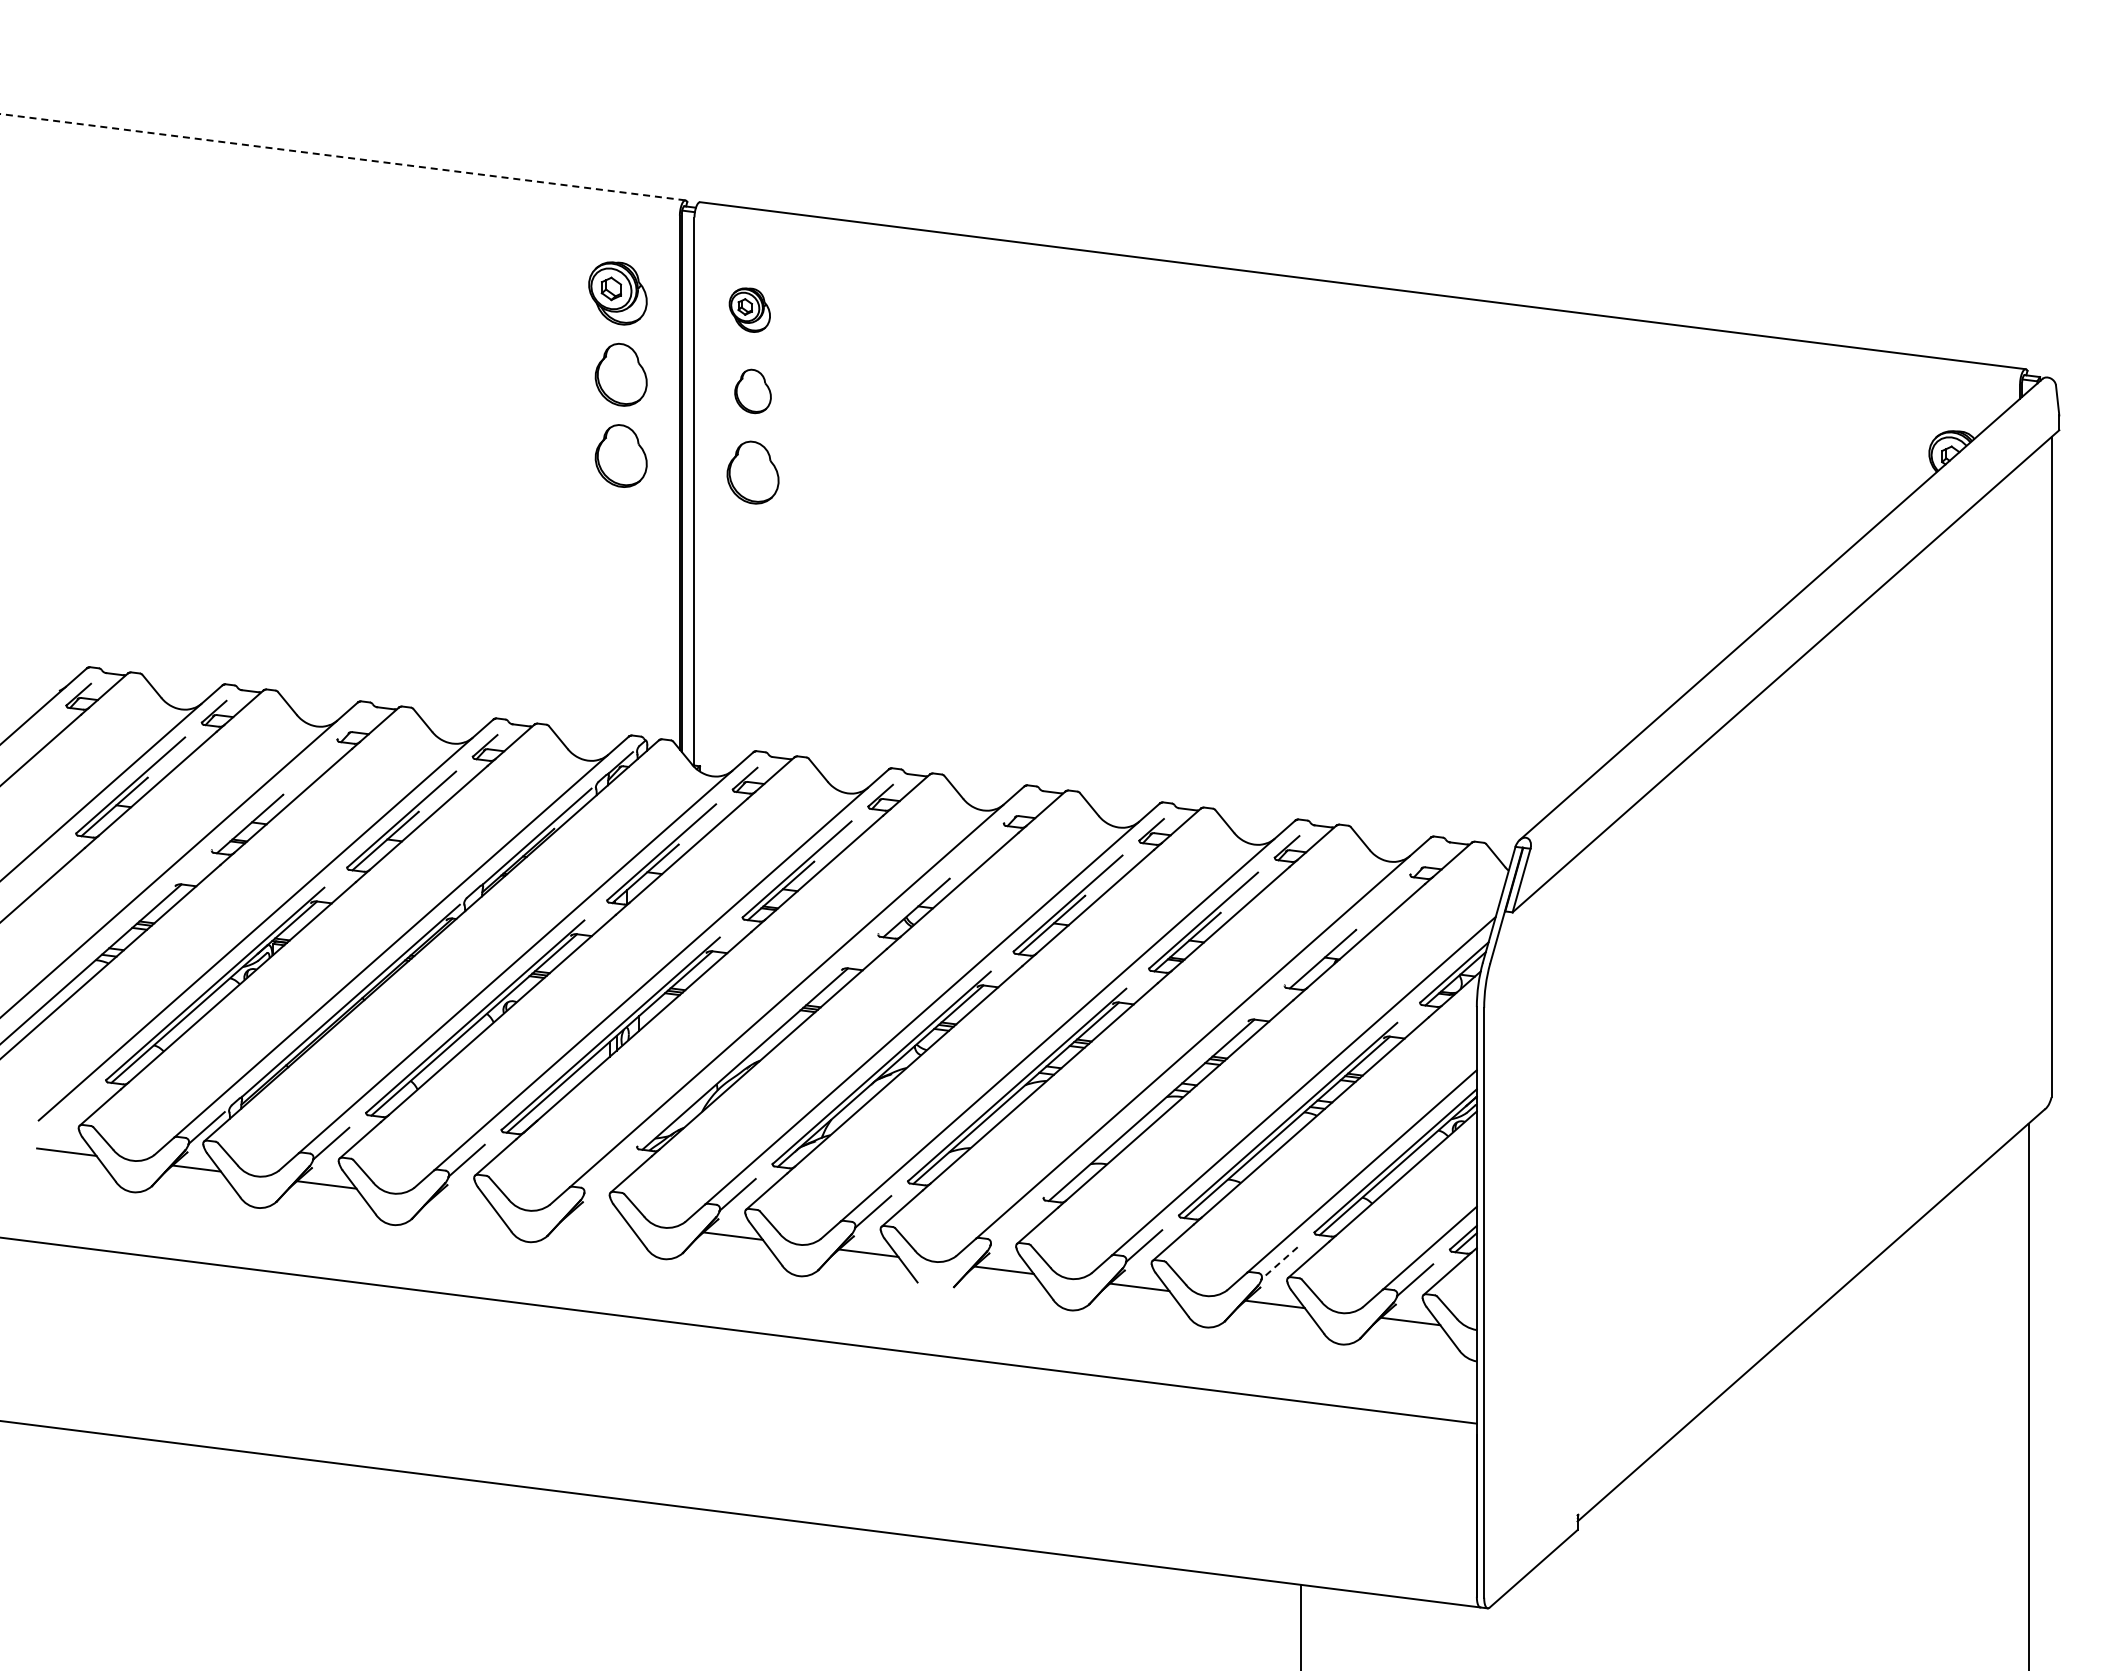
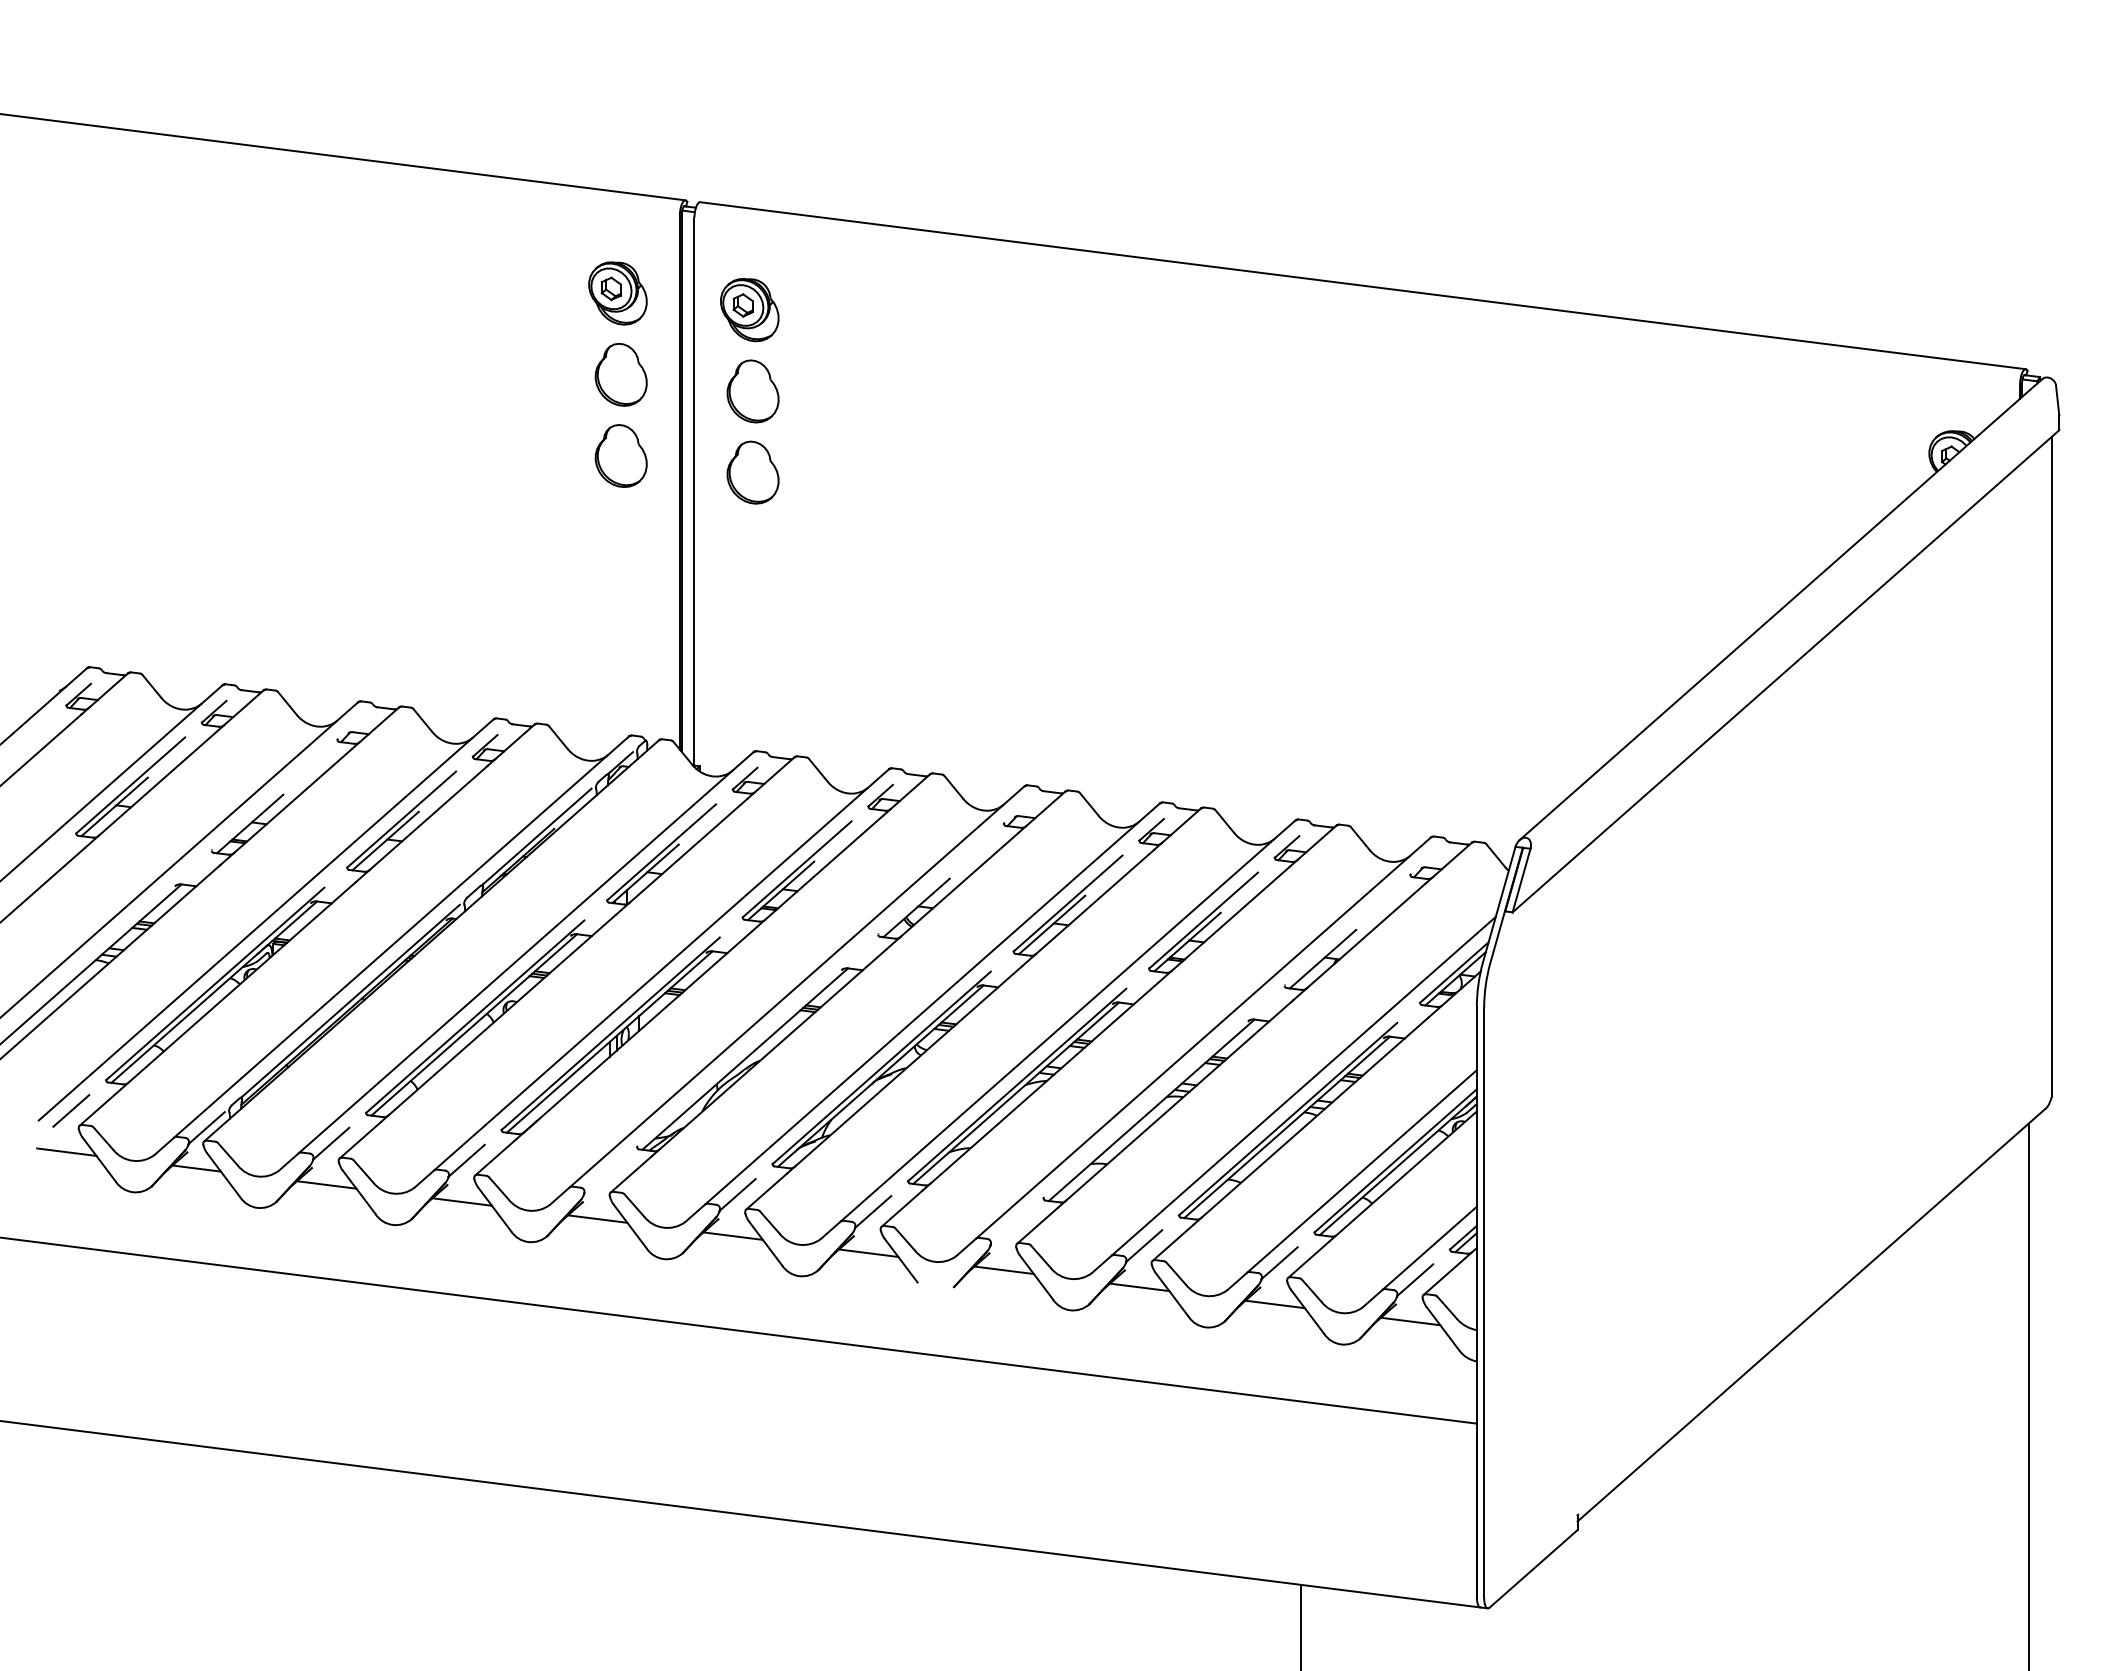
line at (342, 157): dashed -> solid
part at (749, 309) size: 43x46 px -> 60x65 px
part at (752, 391) size: 38x47 px -> 54x65 px
line at (71, 1110): none -> present
line at (461, 1201): none -> present
line at (597, 1218): none -> present
line at (1279, 1263): dashed -> solid
